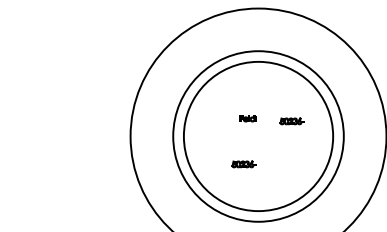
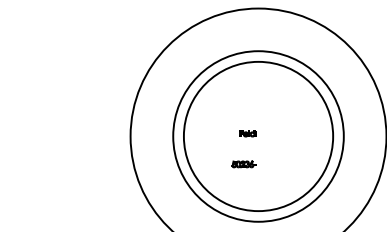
part at (247, 118) position: (247, 118) -> (247, 133)
part at (291, 121): present -> none
